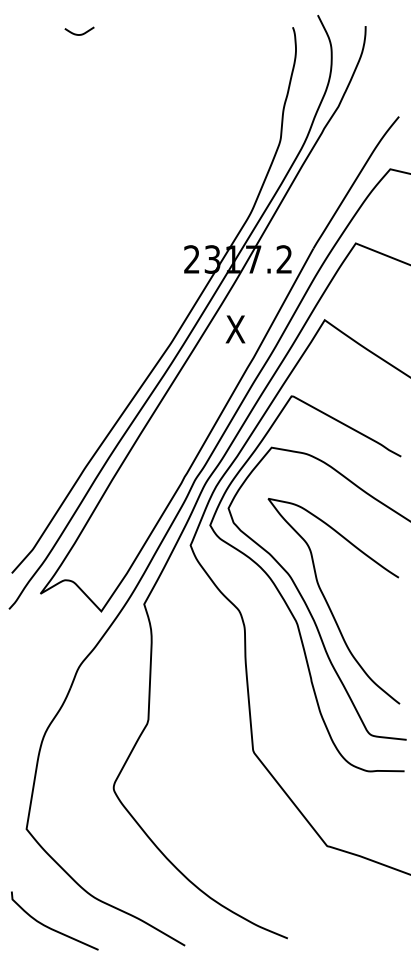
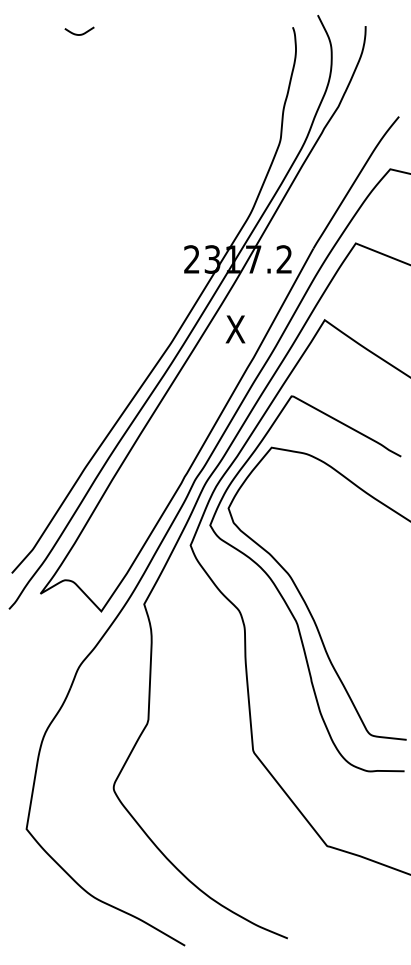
curve at (328, 603): present -> none
curve at (50, 927): present -> none
